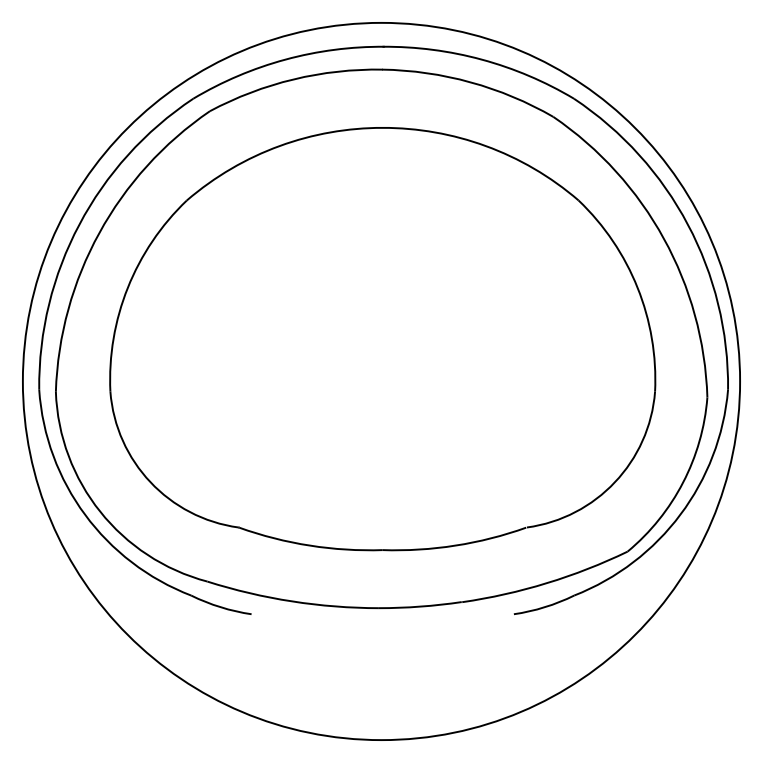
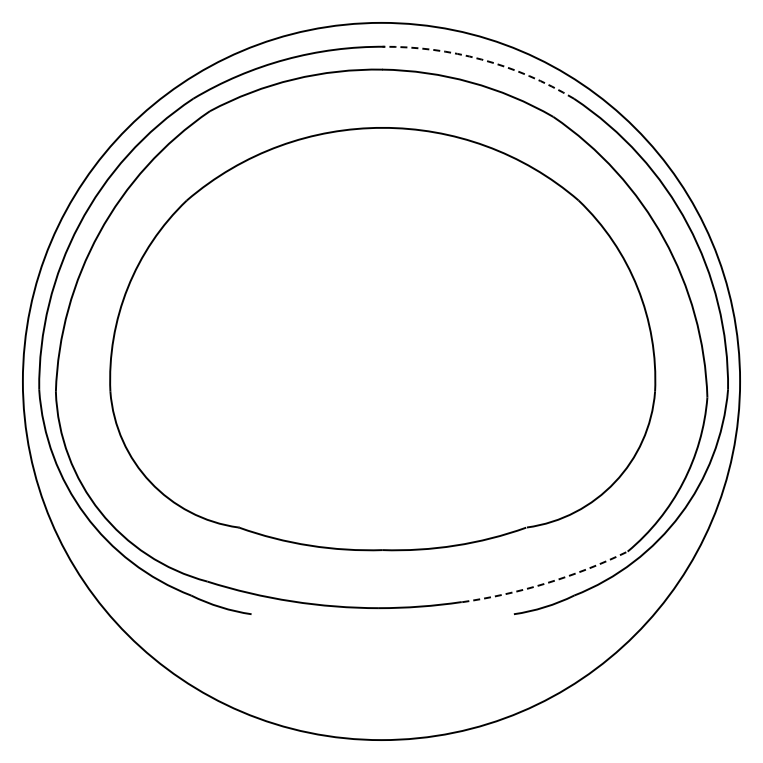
arc at (481, 59): solid -> dashed
arc at (546, 583): solid -> dashed
